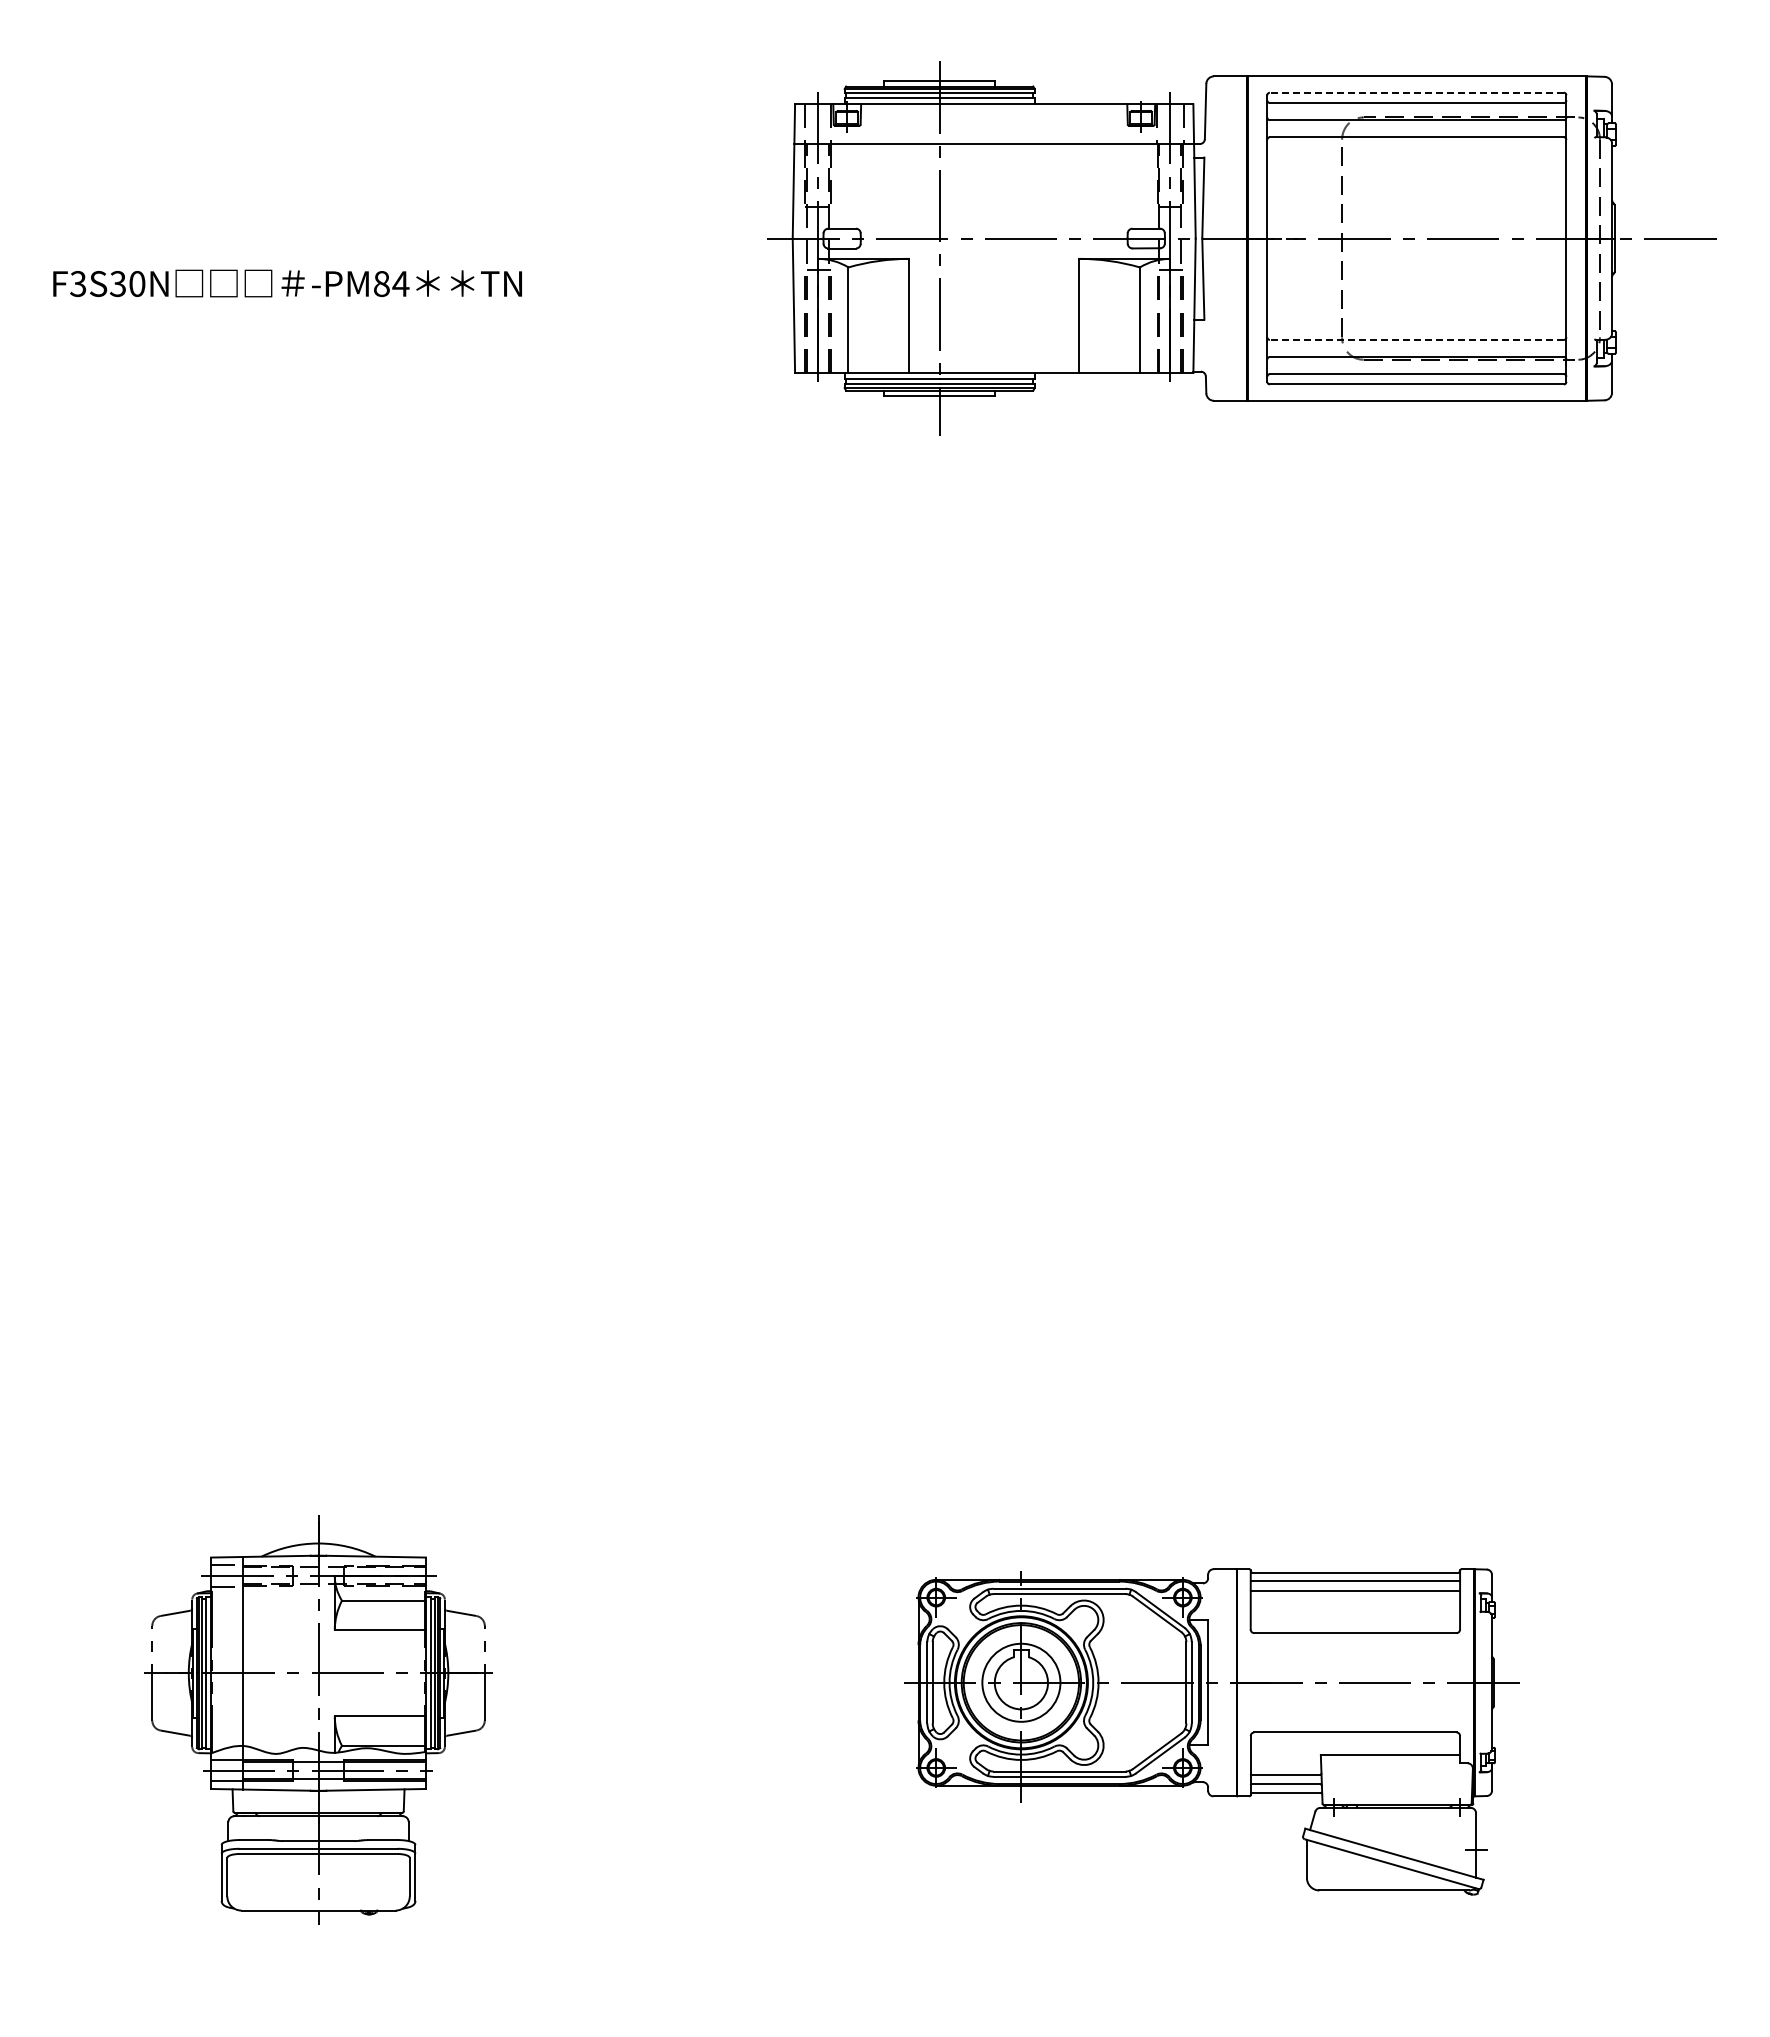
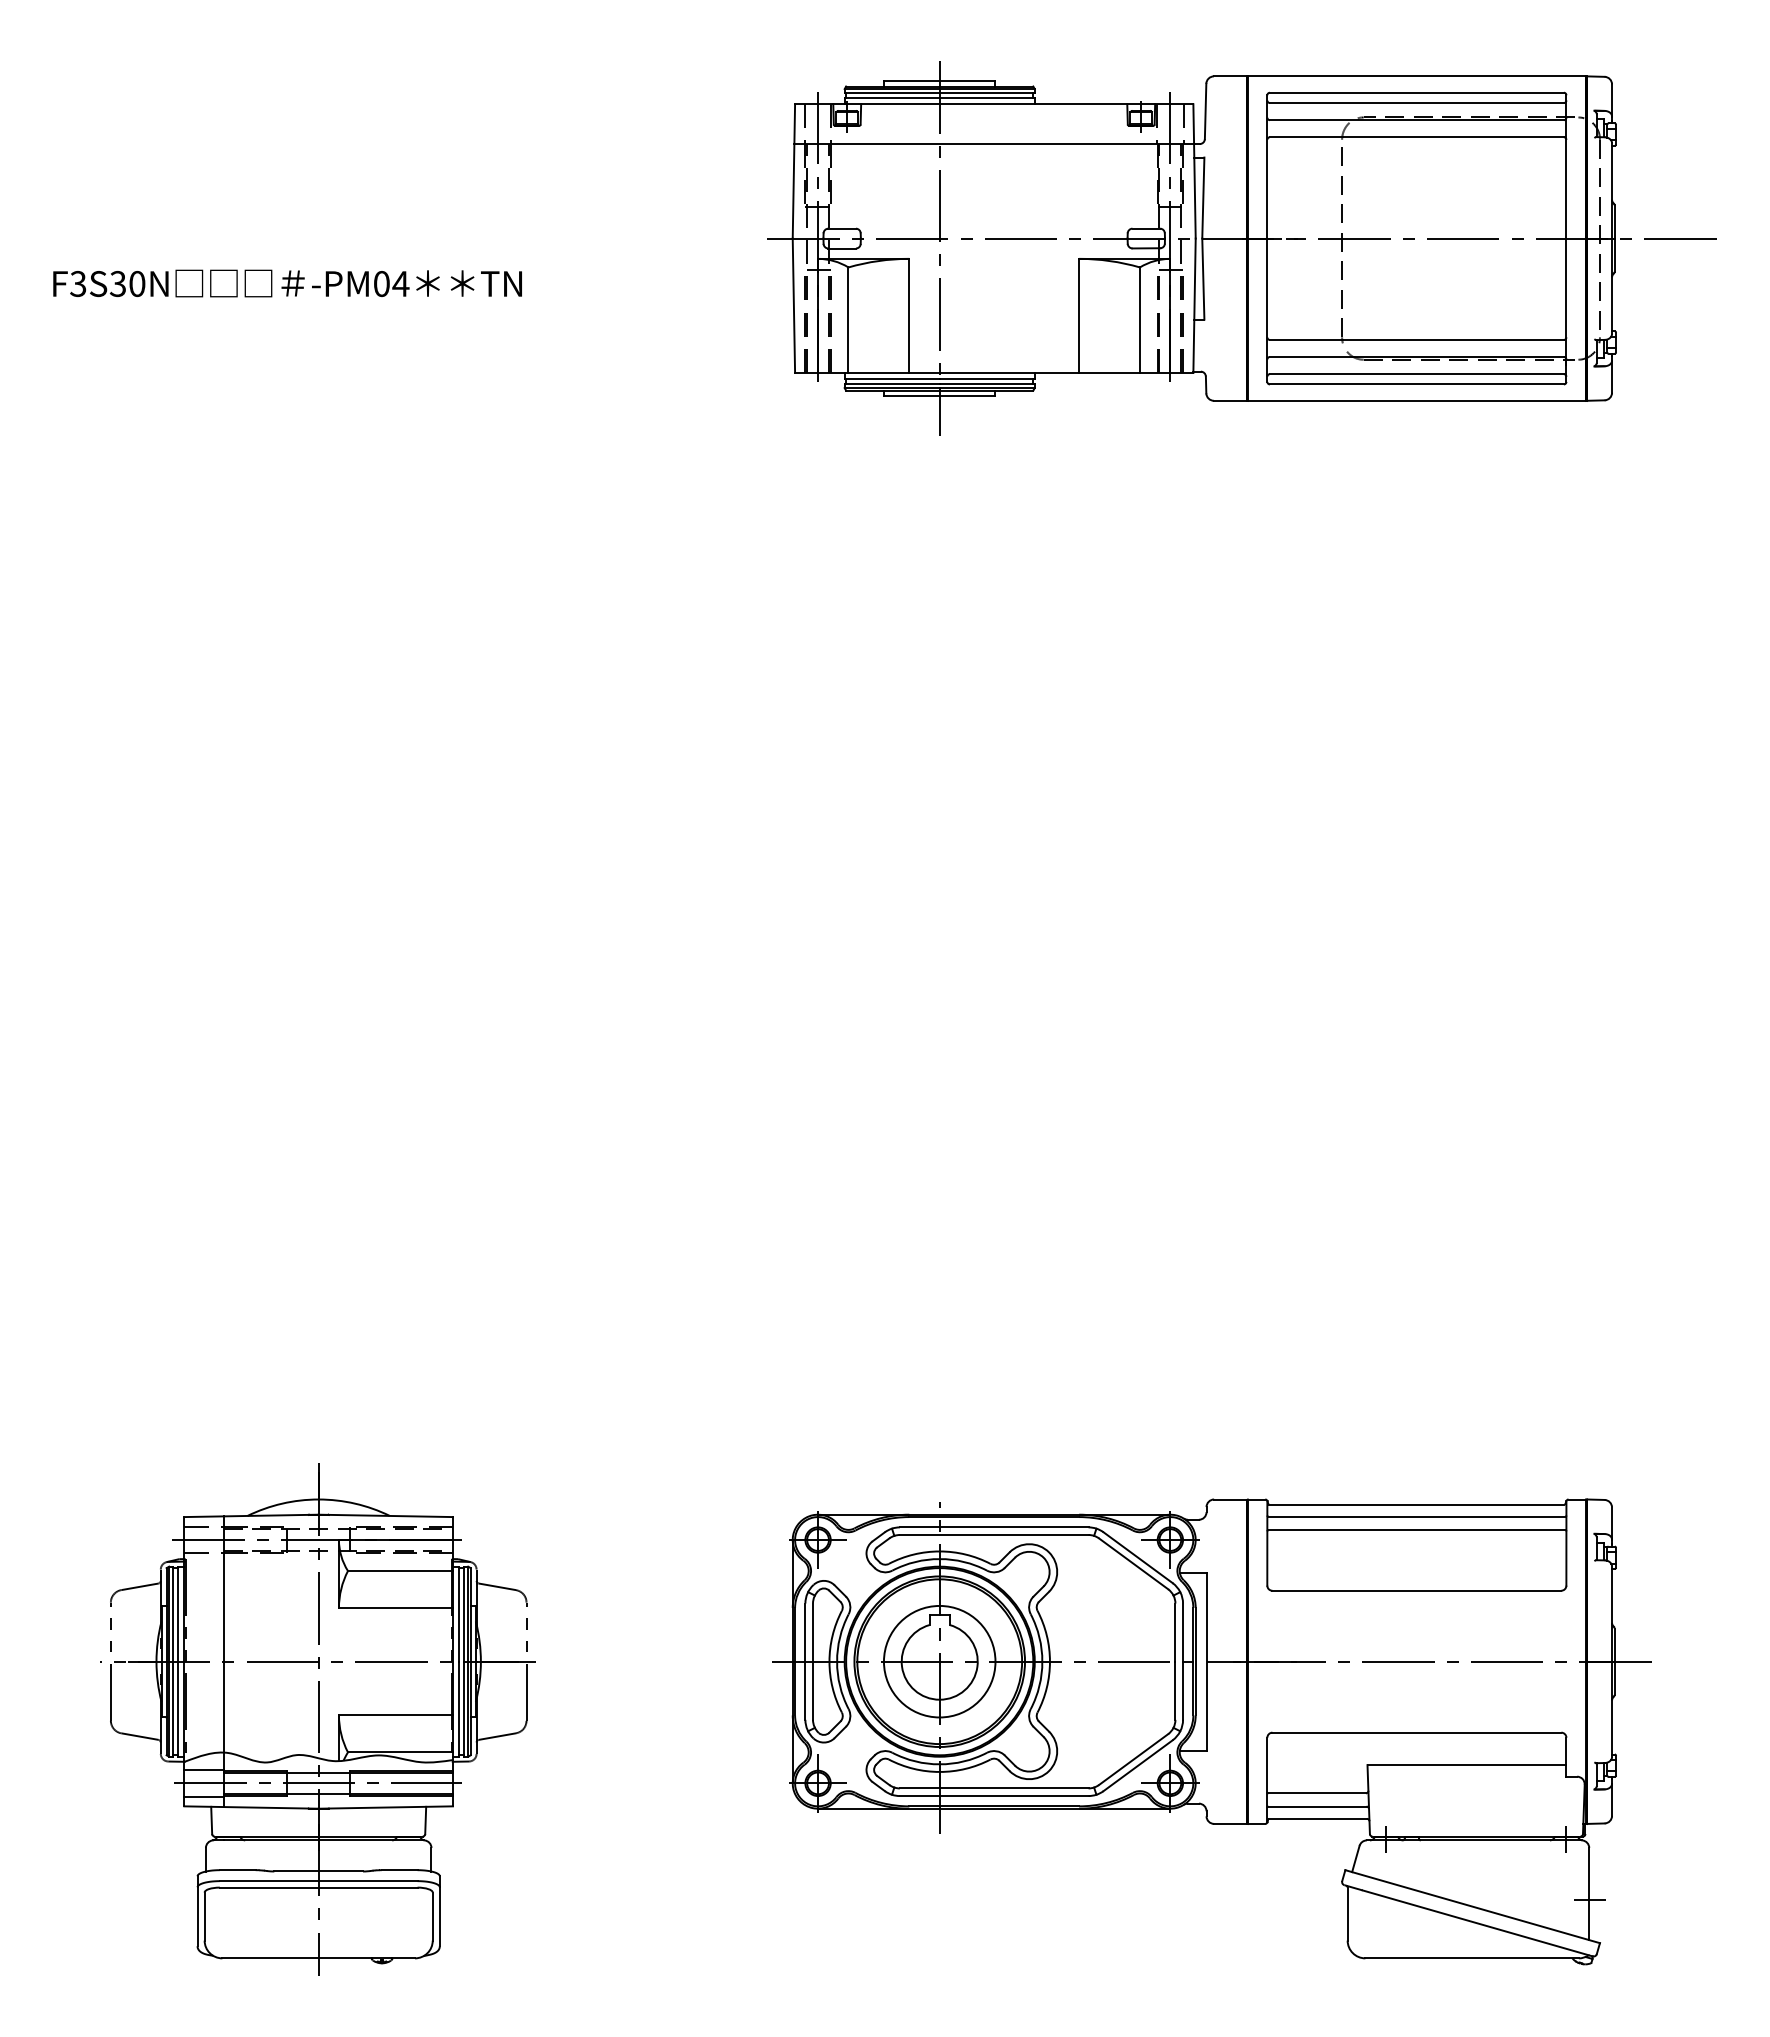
line at (1416, 92): dashed -> solid
text at (381, 283): -PM84 -> -PM04
line at (1416, 339): dashed -> solid
part at (318, 1719) size: 349x410 px -> 436x513 px
part at (1211, 1731) size: 616x328 px -> 880x468 px
